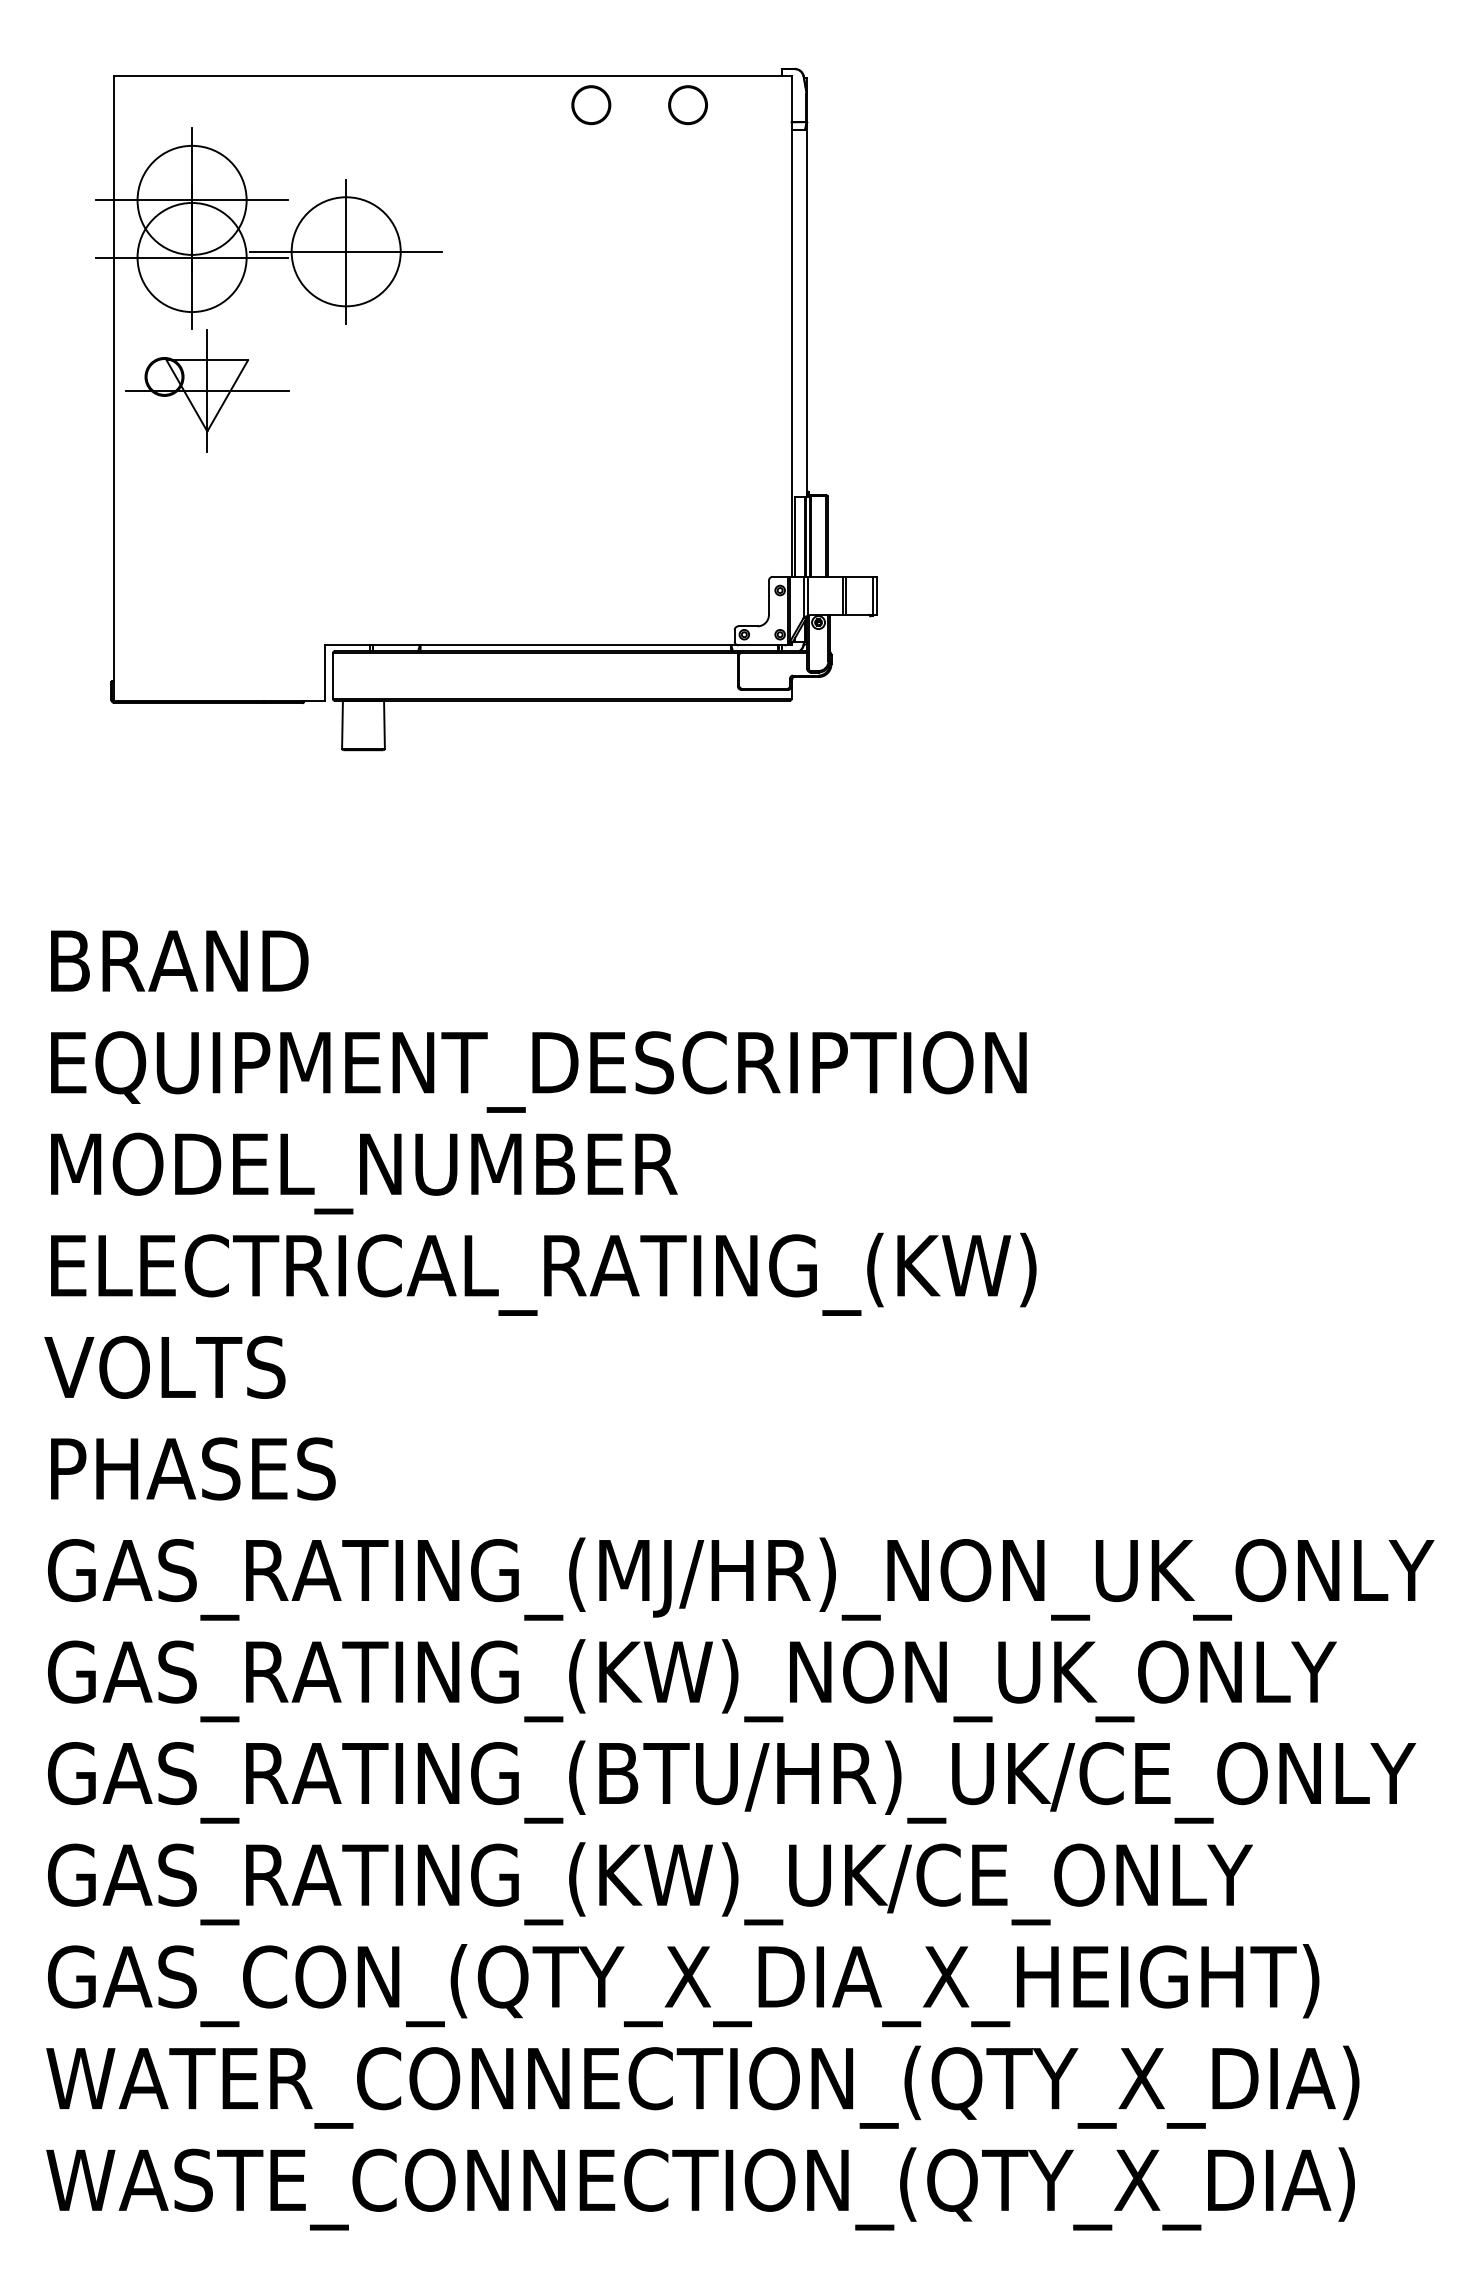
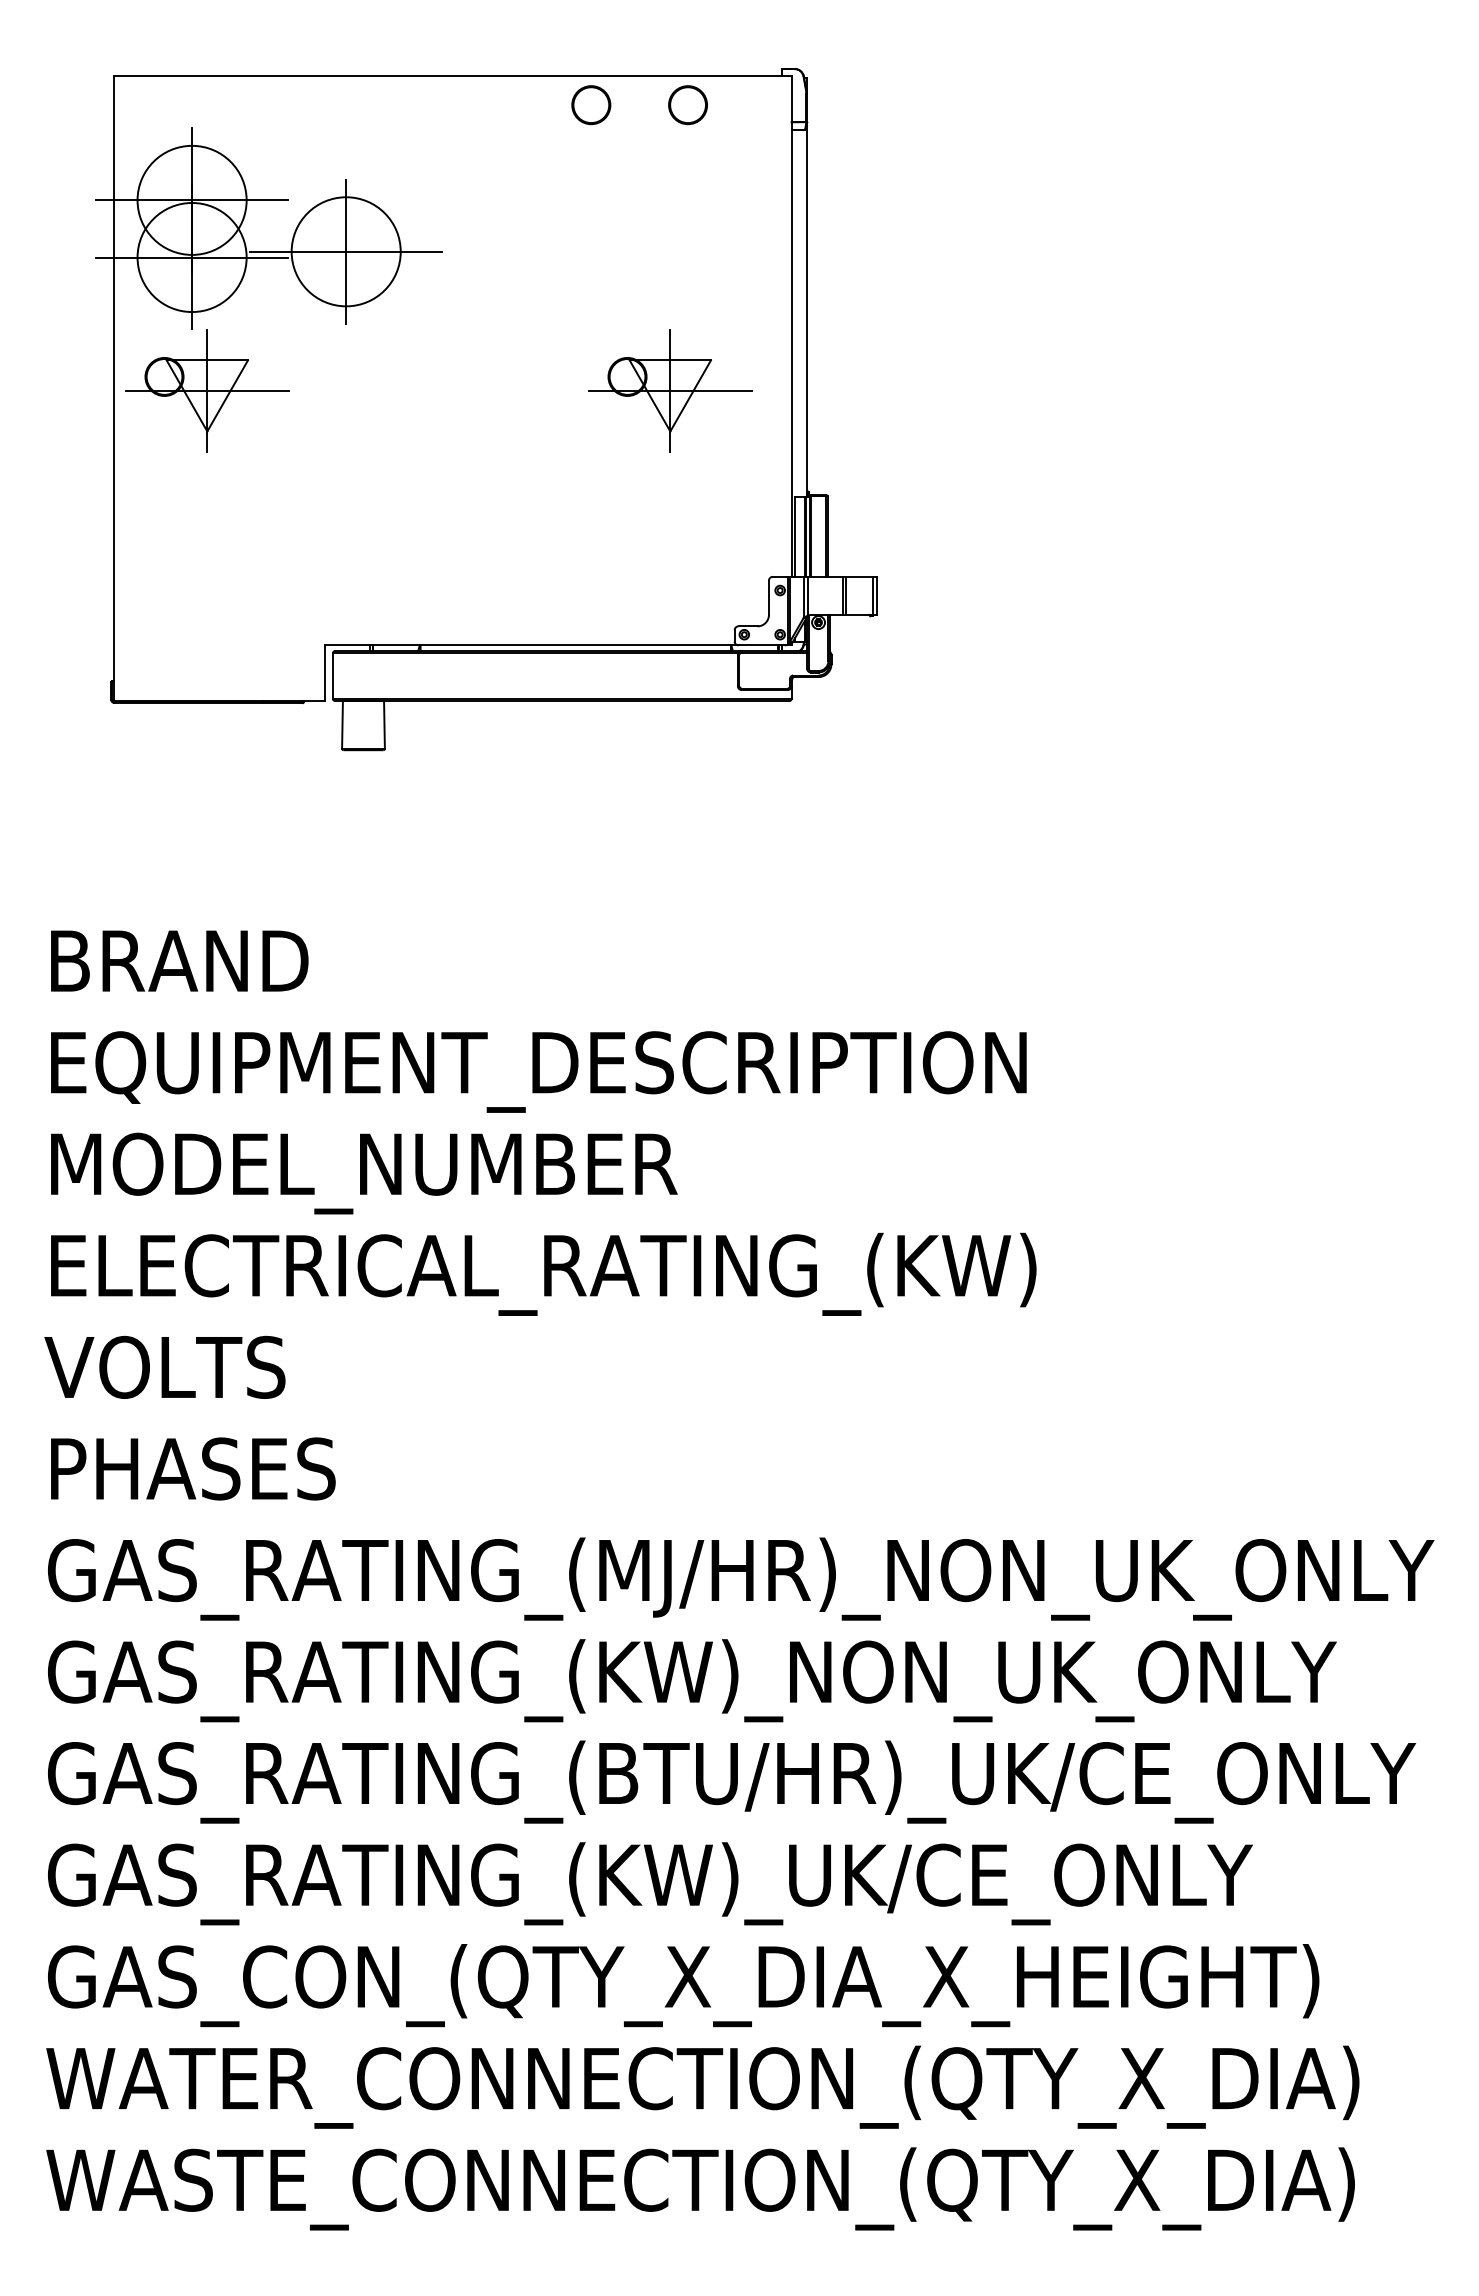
part at (670, 390): none -> present
